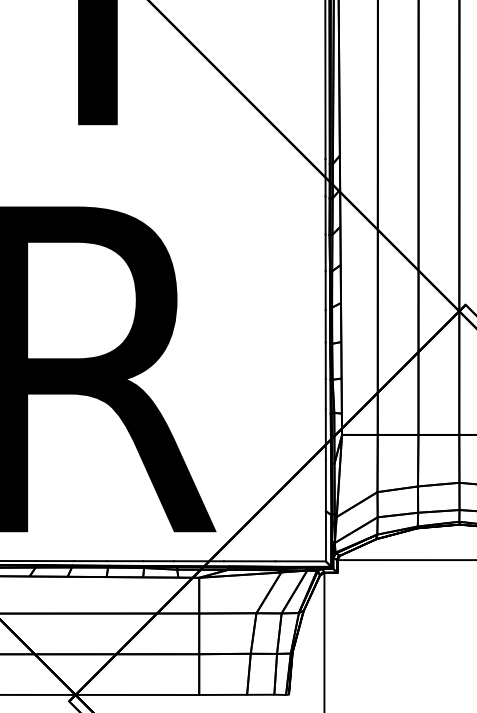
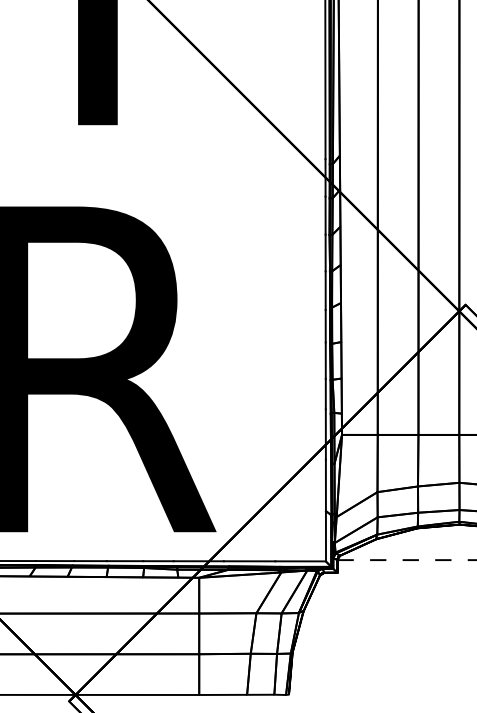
line at (407, 560): solid -> dashed
line at (324, 640): present -> none
